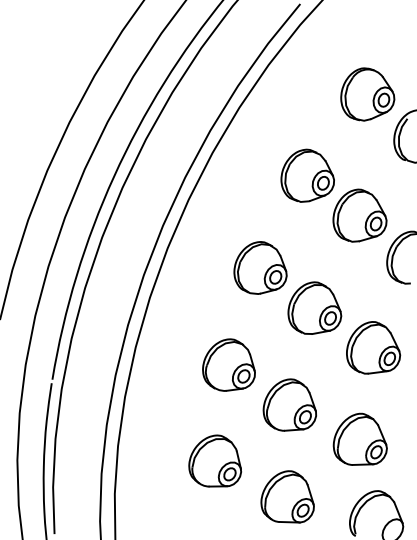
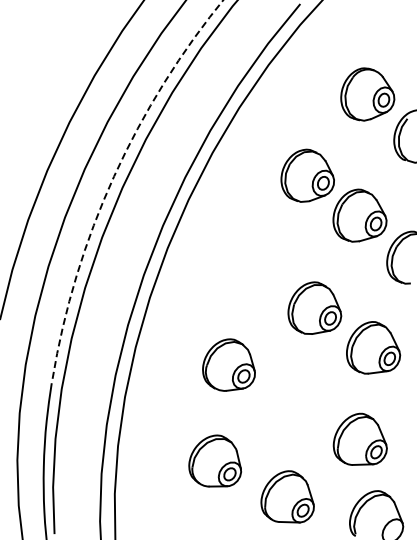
arc at (113, 178): solid -> dashed
part at (260, 267): present -> none
part at (289, 404): present -> none
